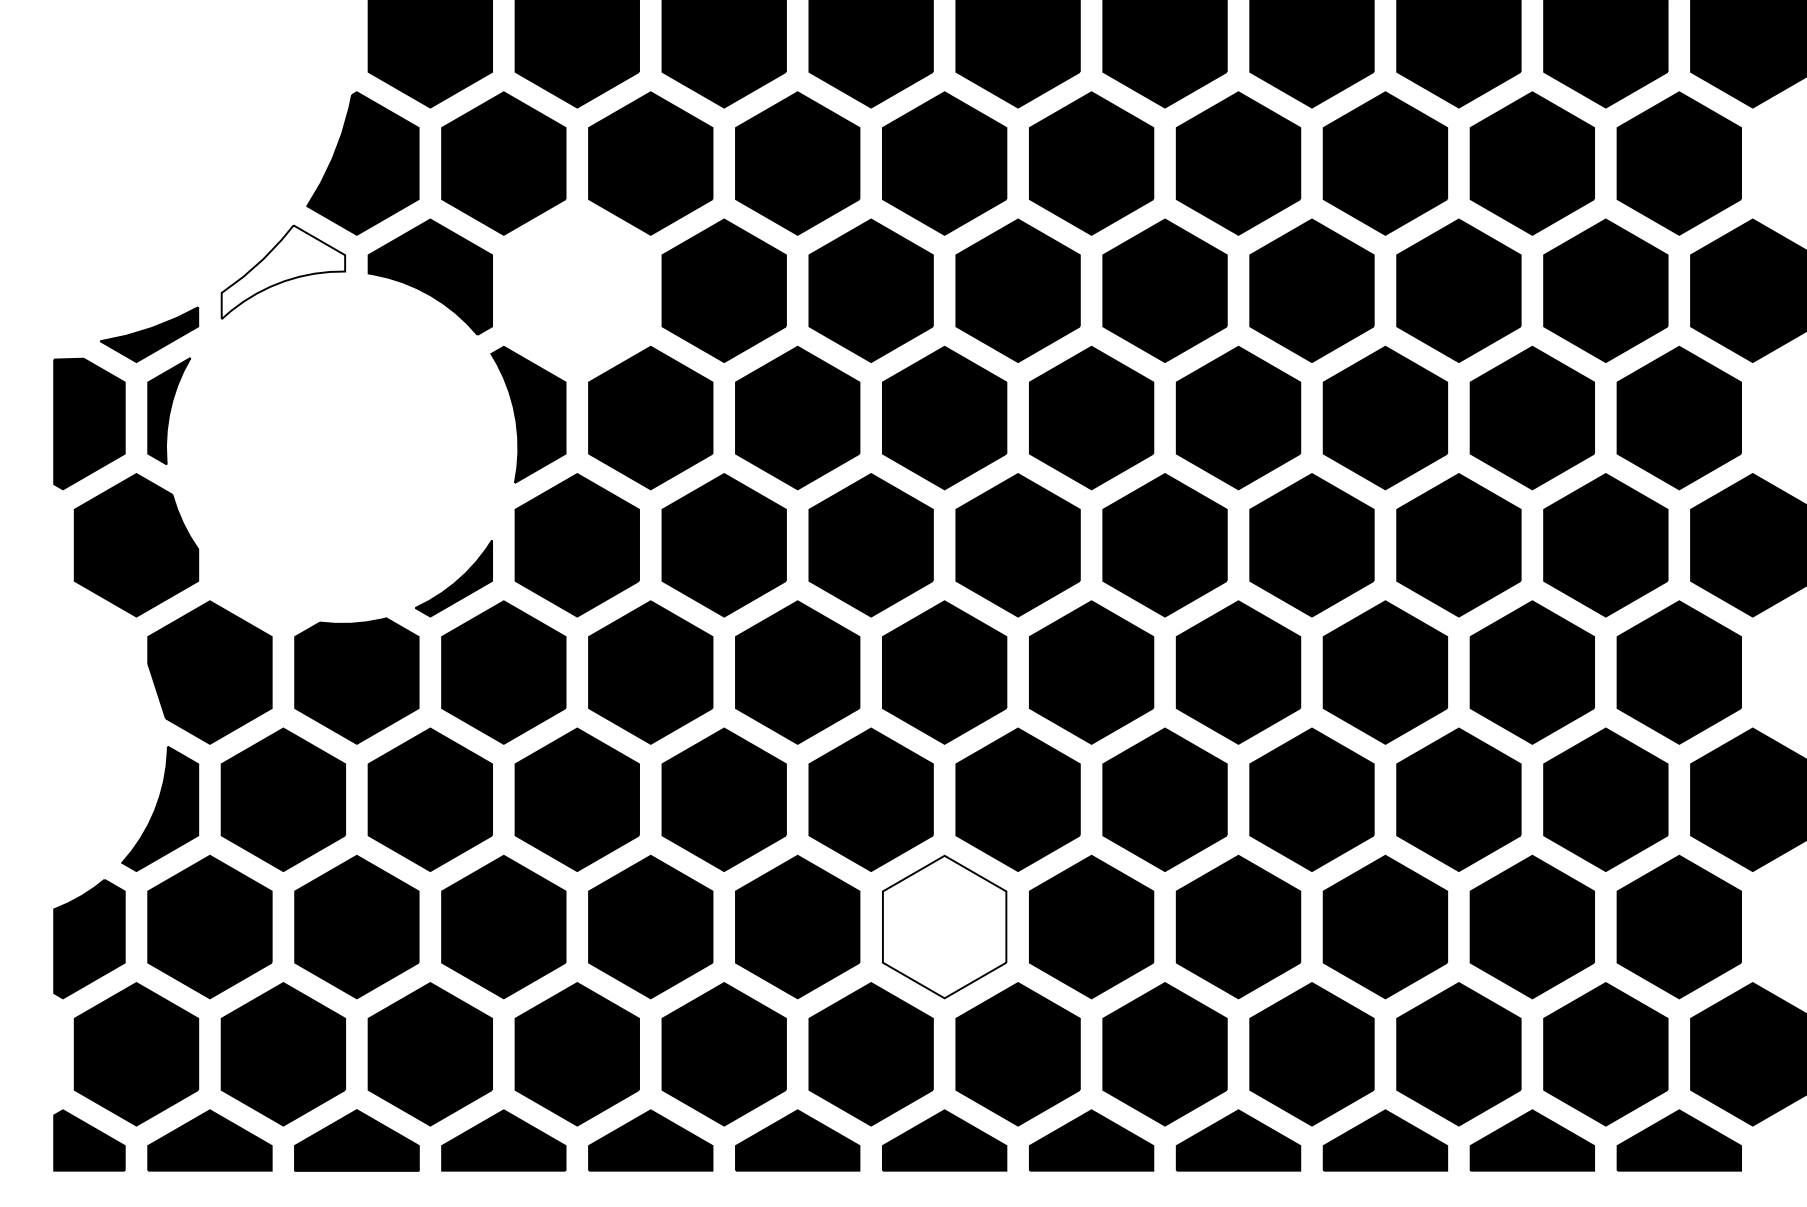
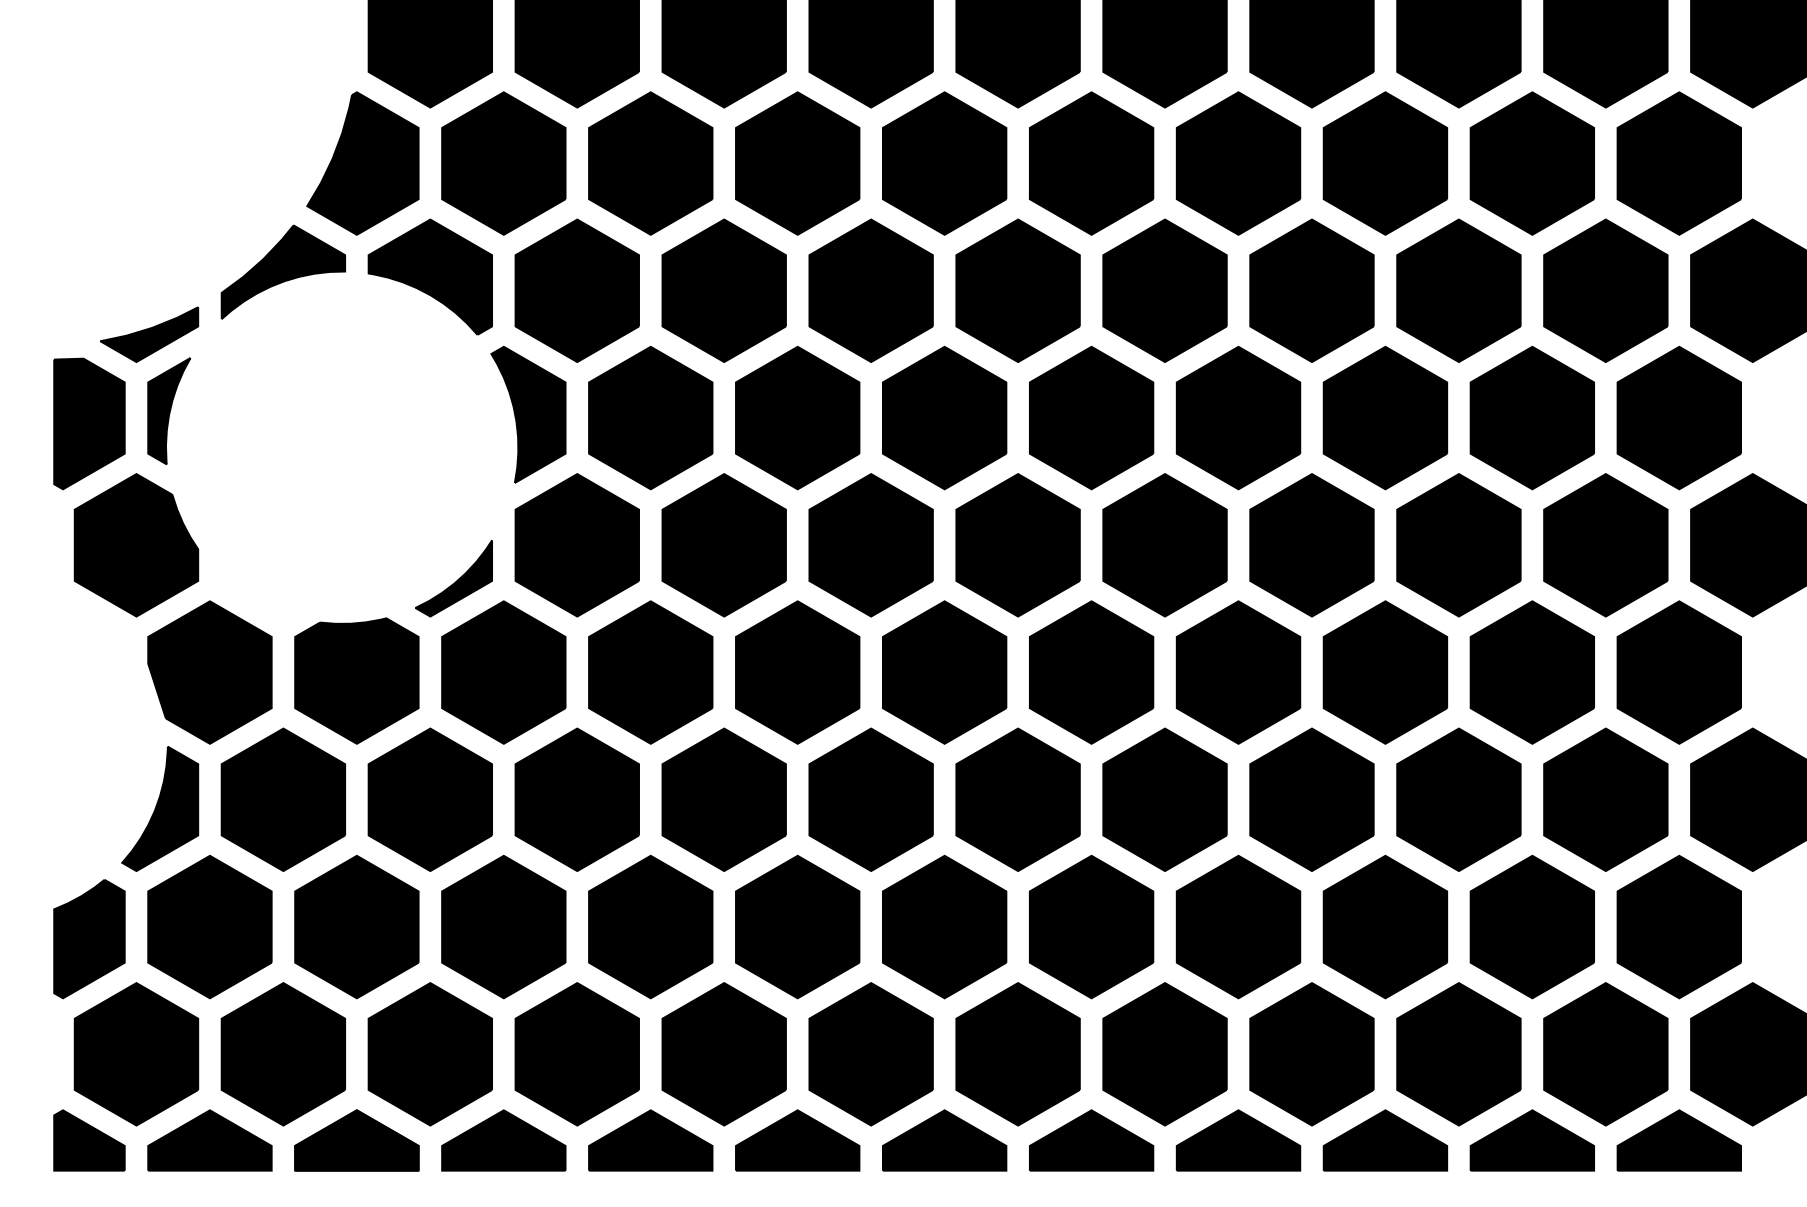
fill at (283, 272): none -> present
part at (576, 290): none -> present
fill at (944, 926): none -> present
